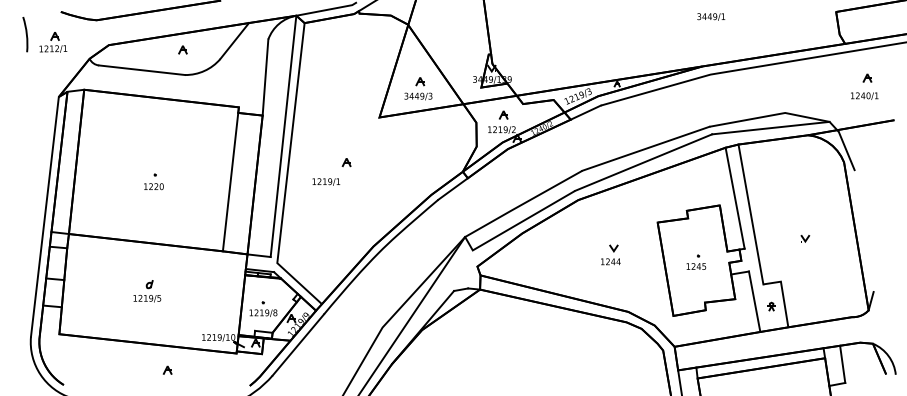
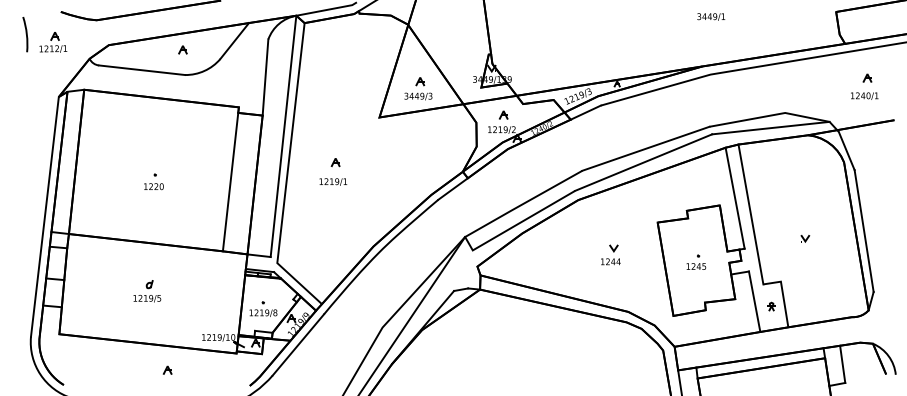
part at (346, 162) position: (346, 162) -> (335, 162)
text at (326, 181) position: (326, 181) -> (333, 181)
line at (863, 231): none -> present
